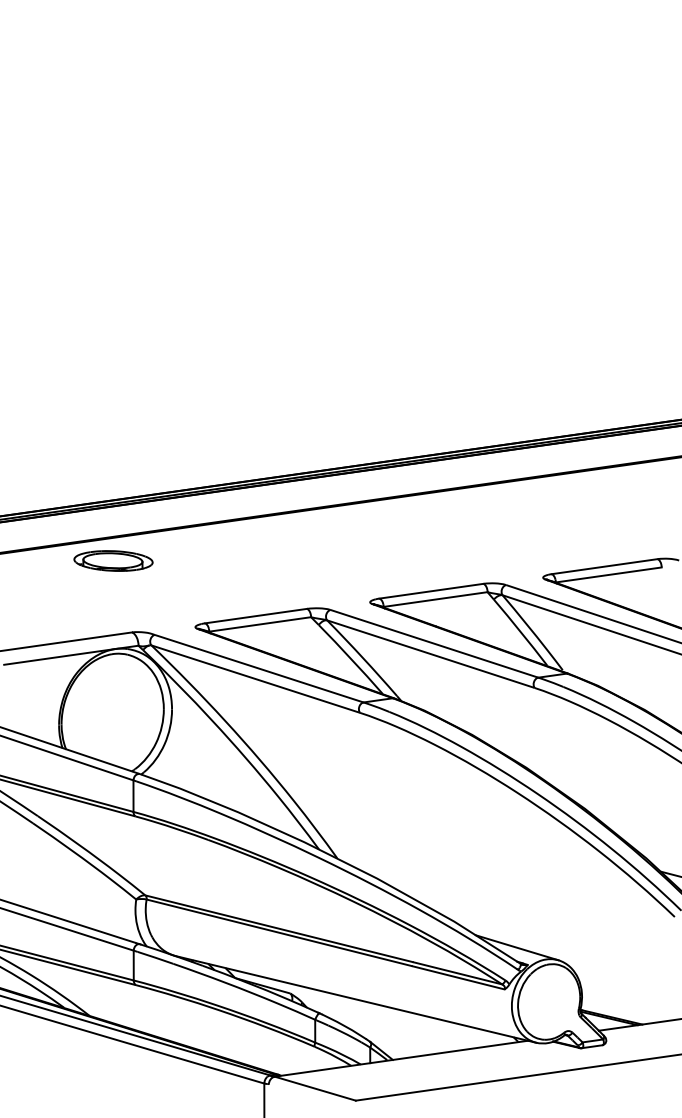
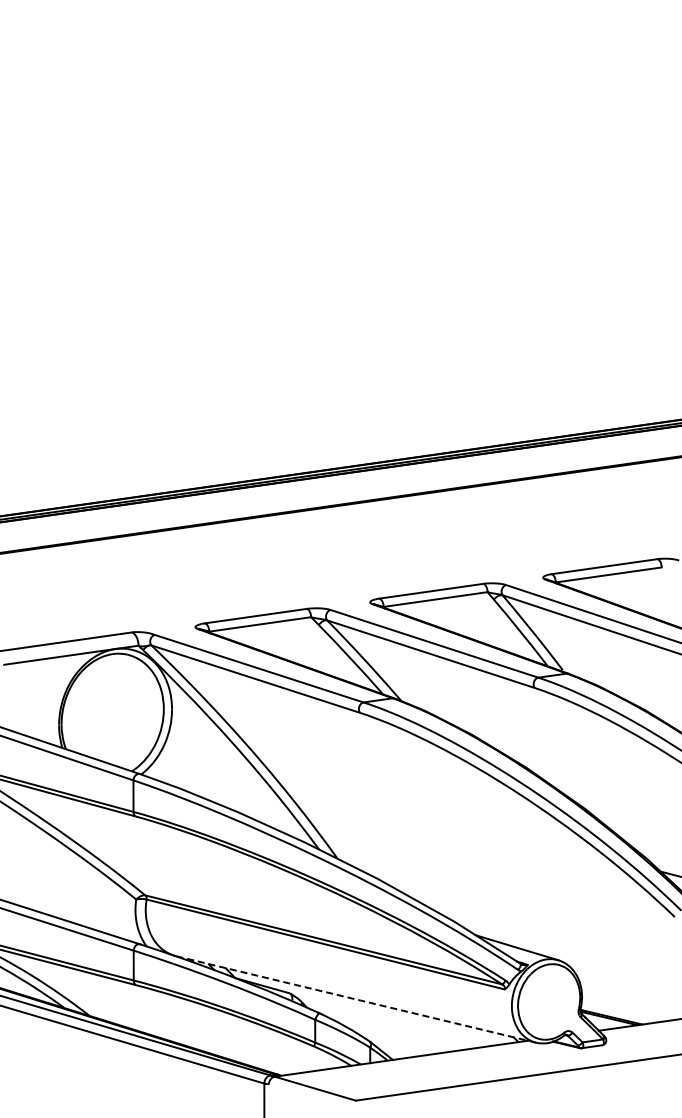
part at (113, 560): present -> none
line at (355, 999): solid -> dashed
